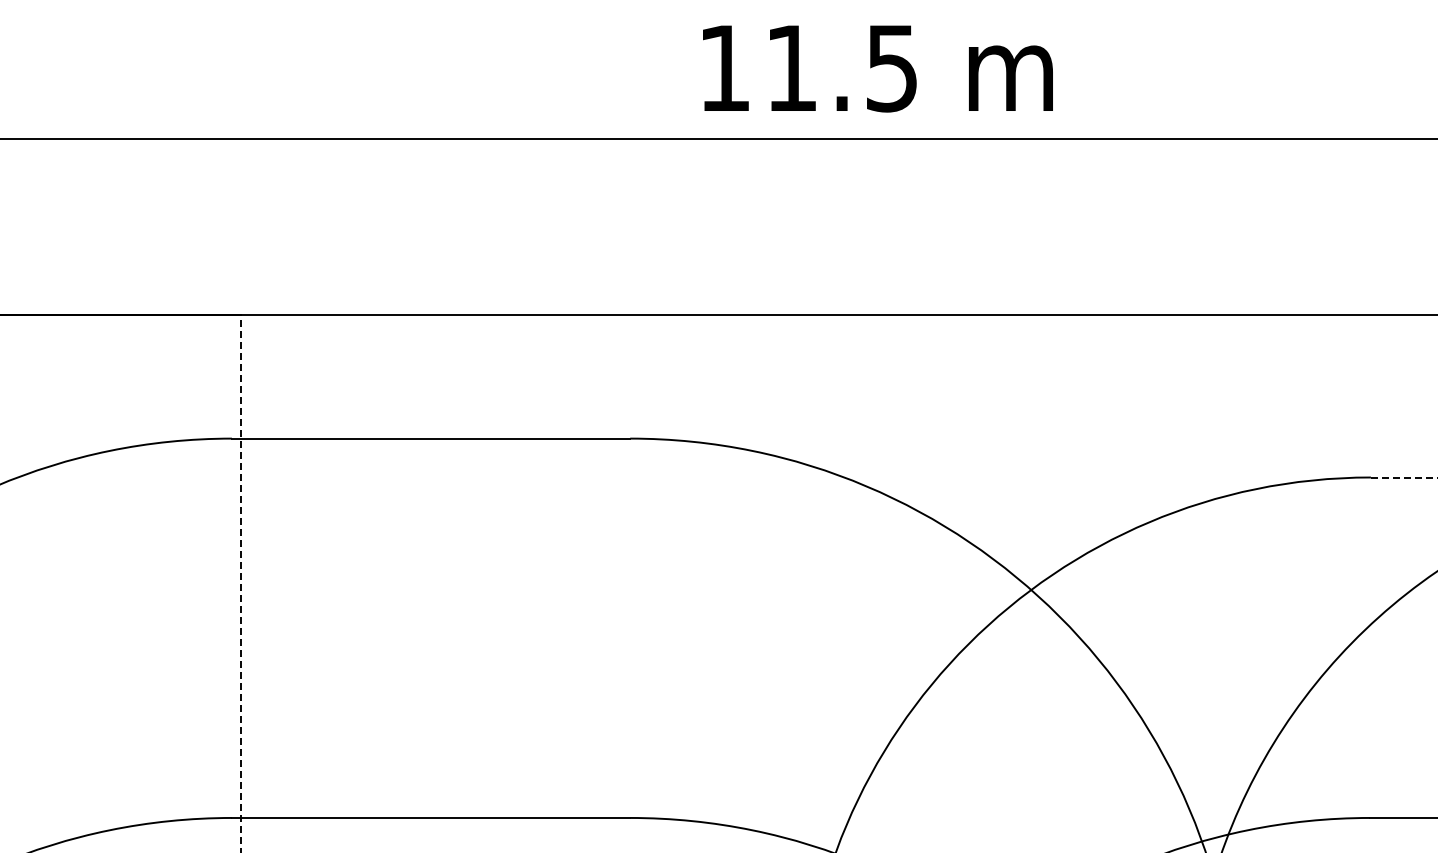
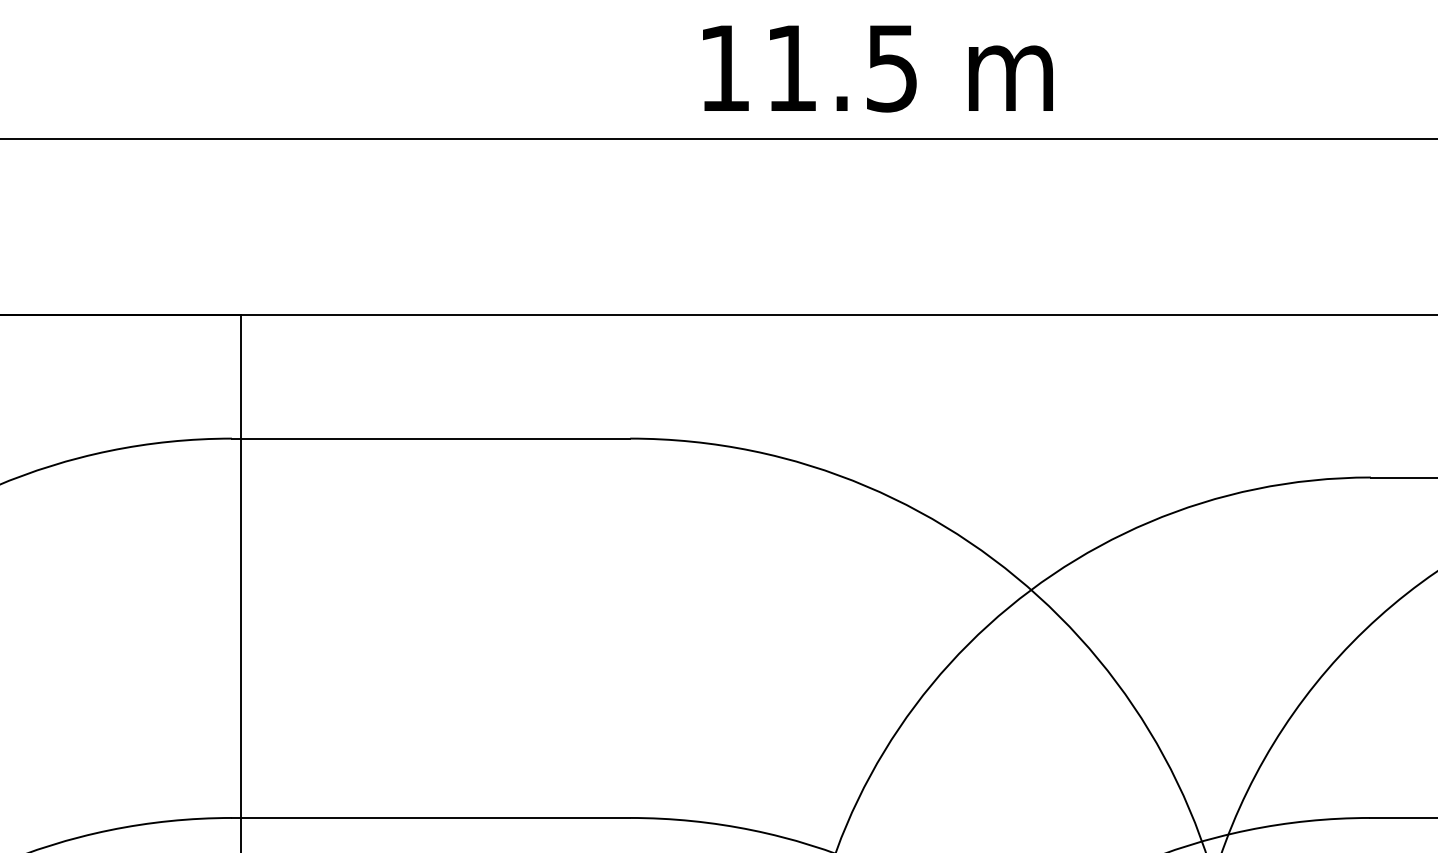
line at (1404, 477): dashed -> solid
line at (241, 583): dashed -> solid
